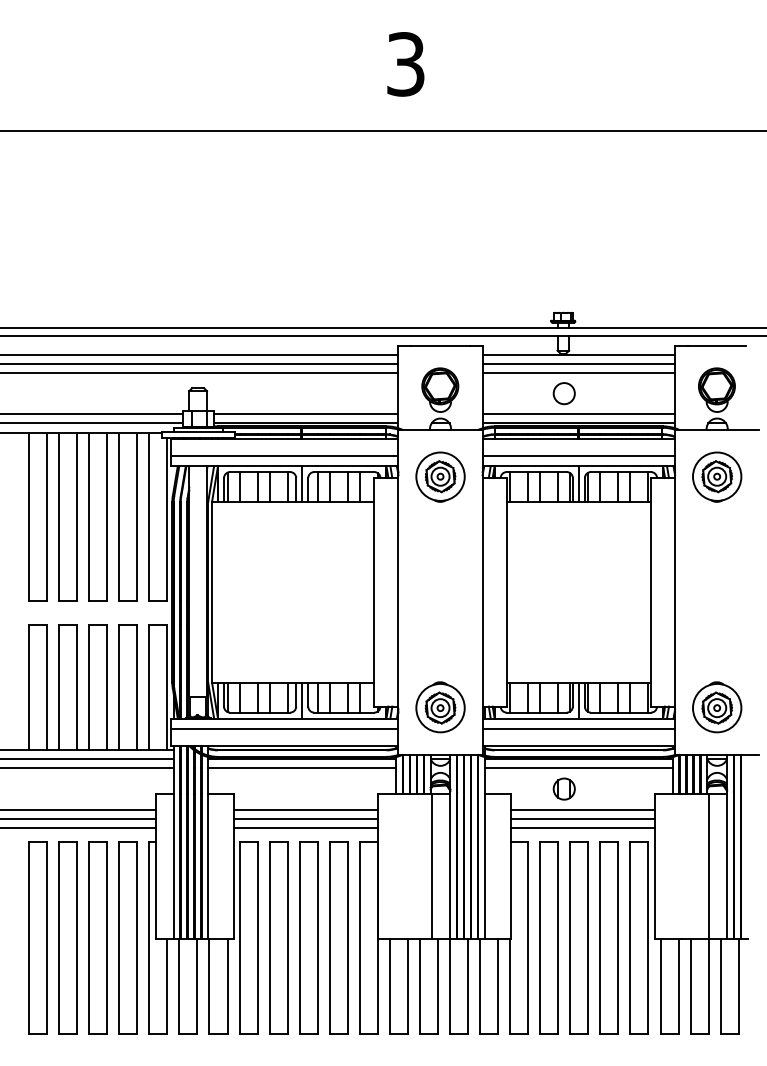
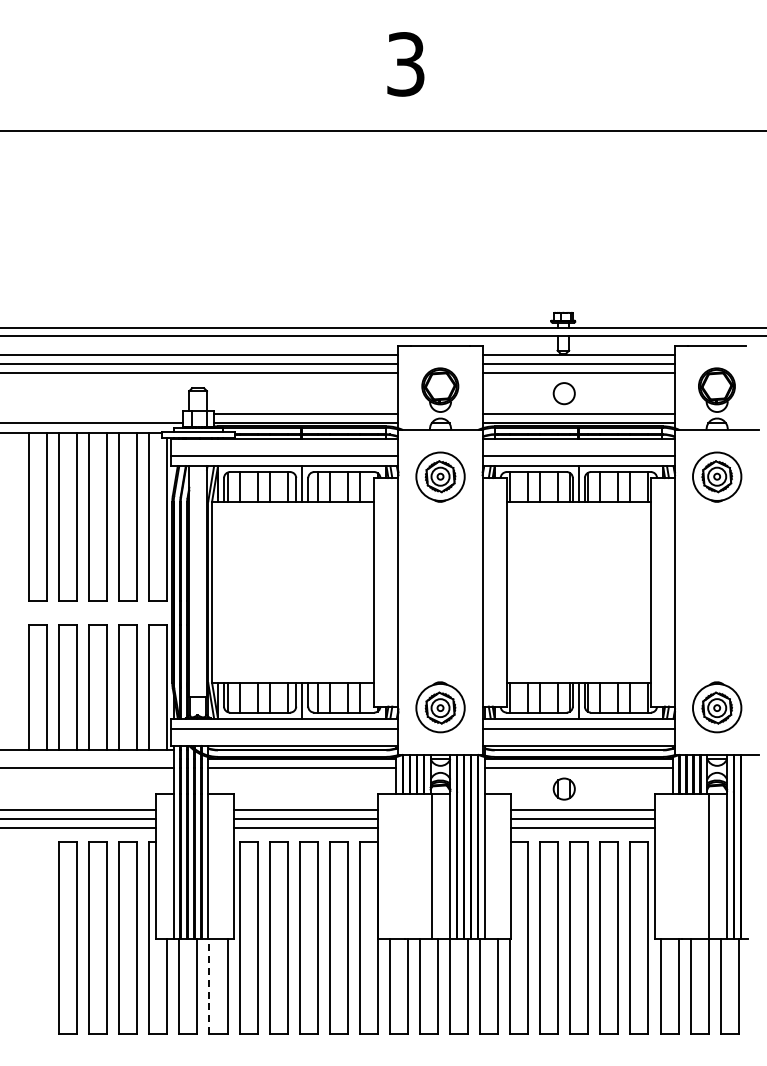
line at (92, 414): present -> none
line at (87, 759): present -> none
part at (37, 937): present -> none
line at (209, 986): solid -> dashed
